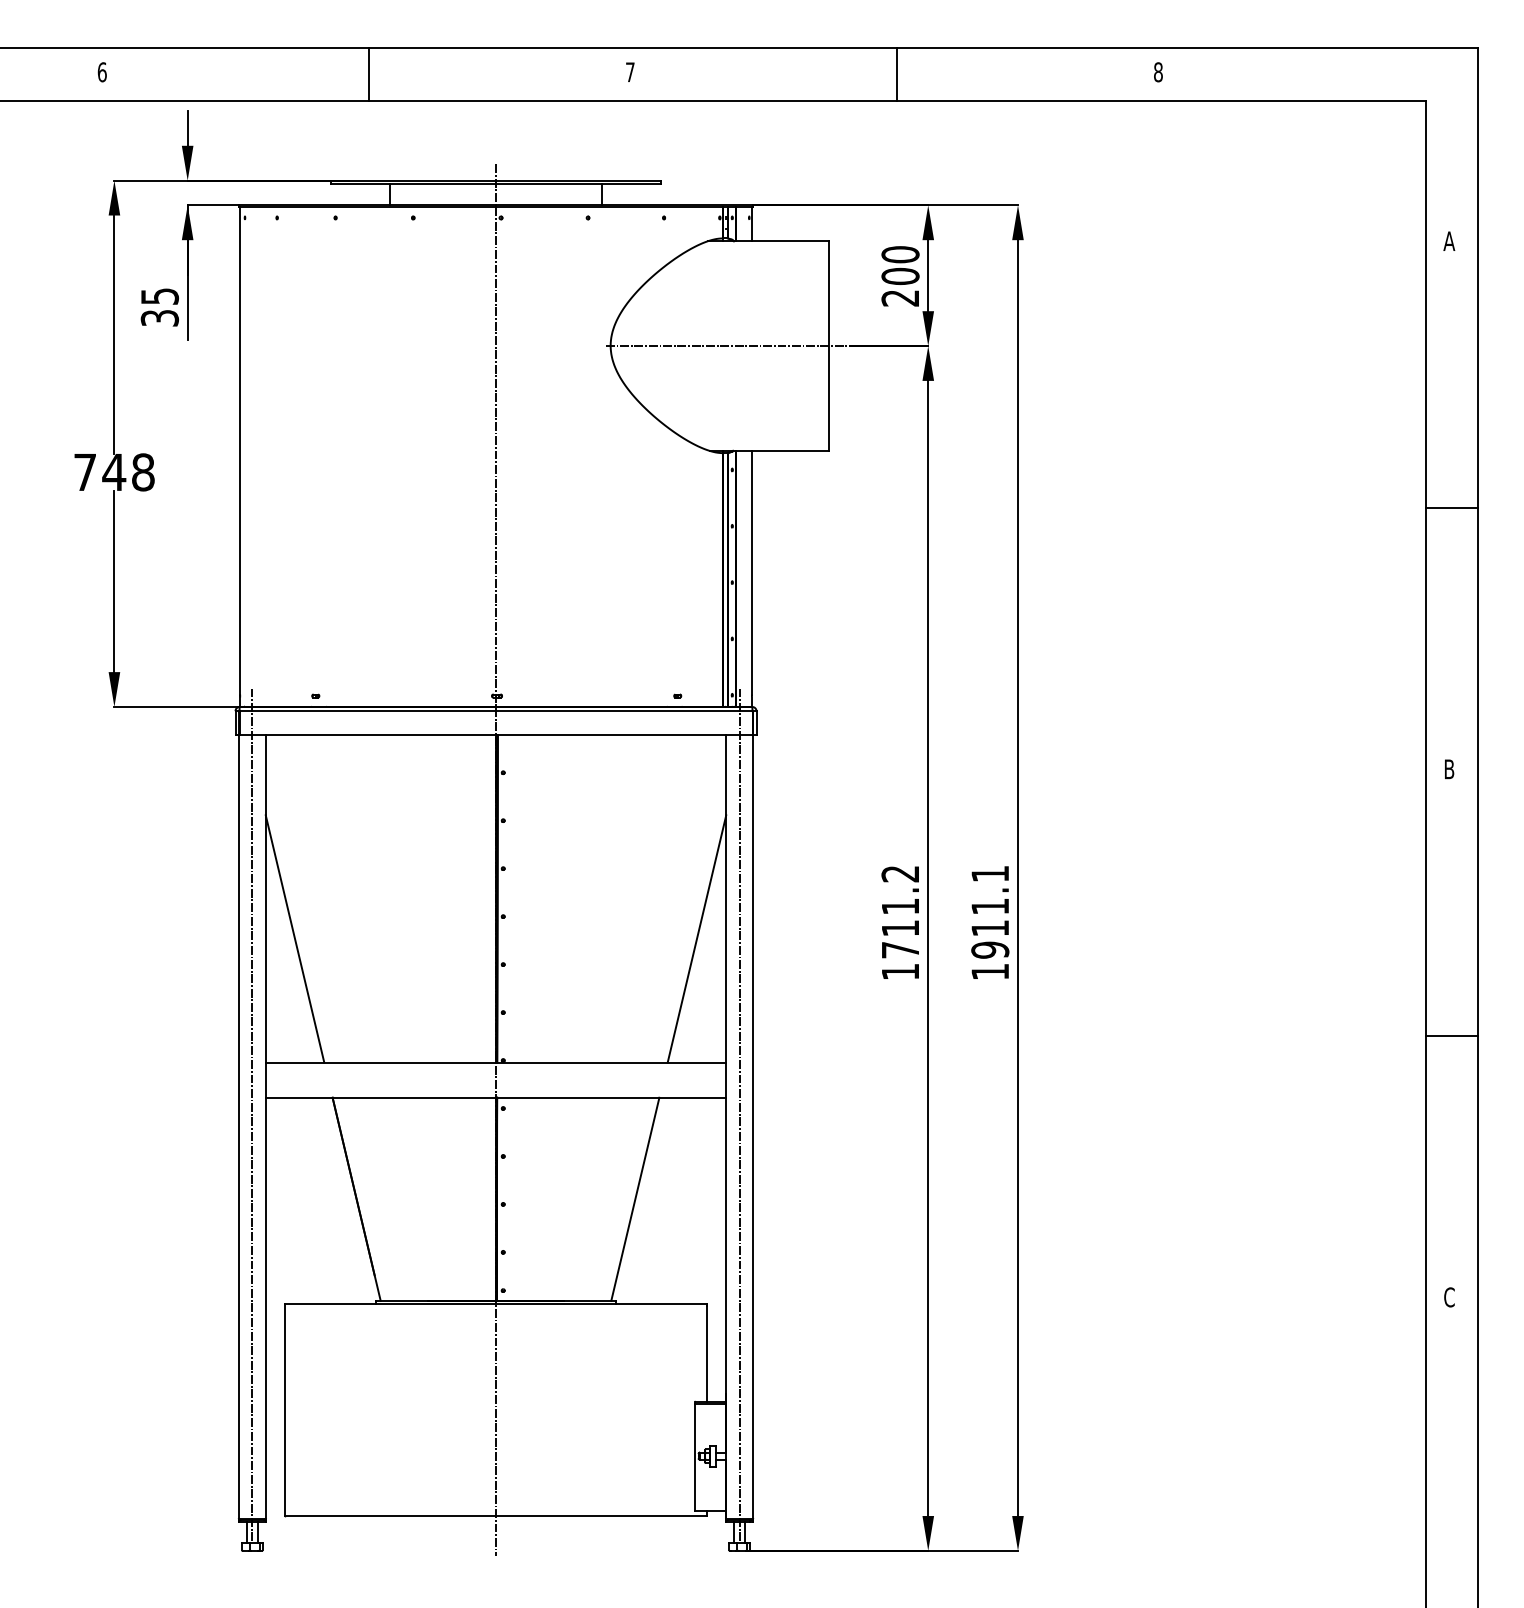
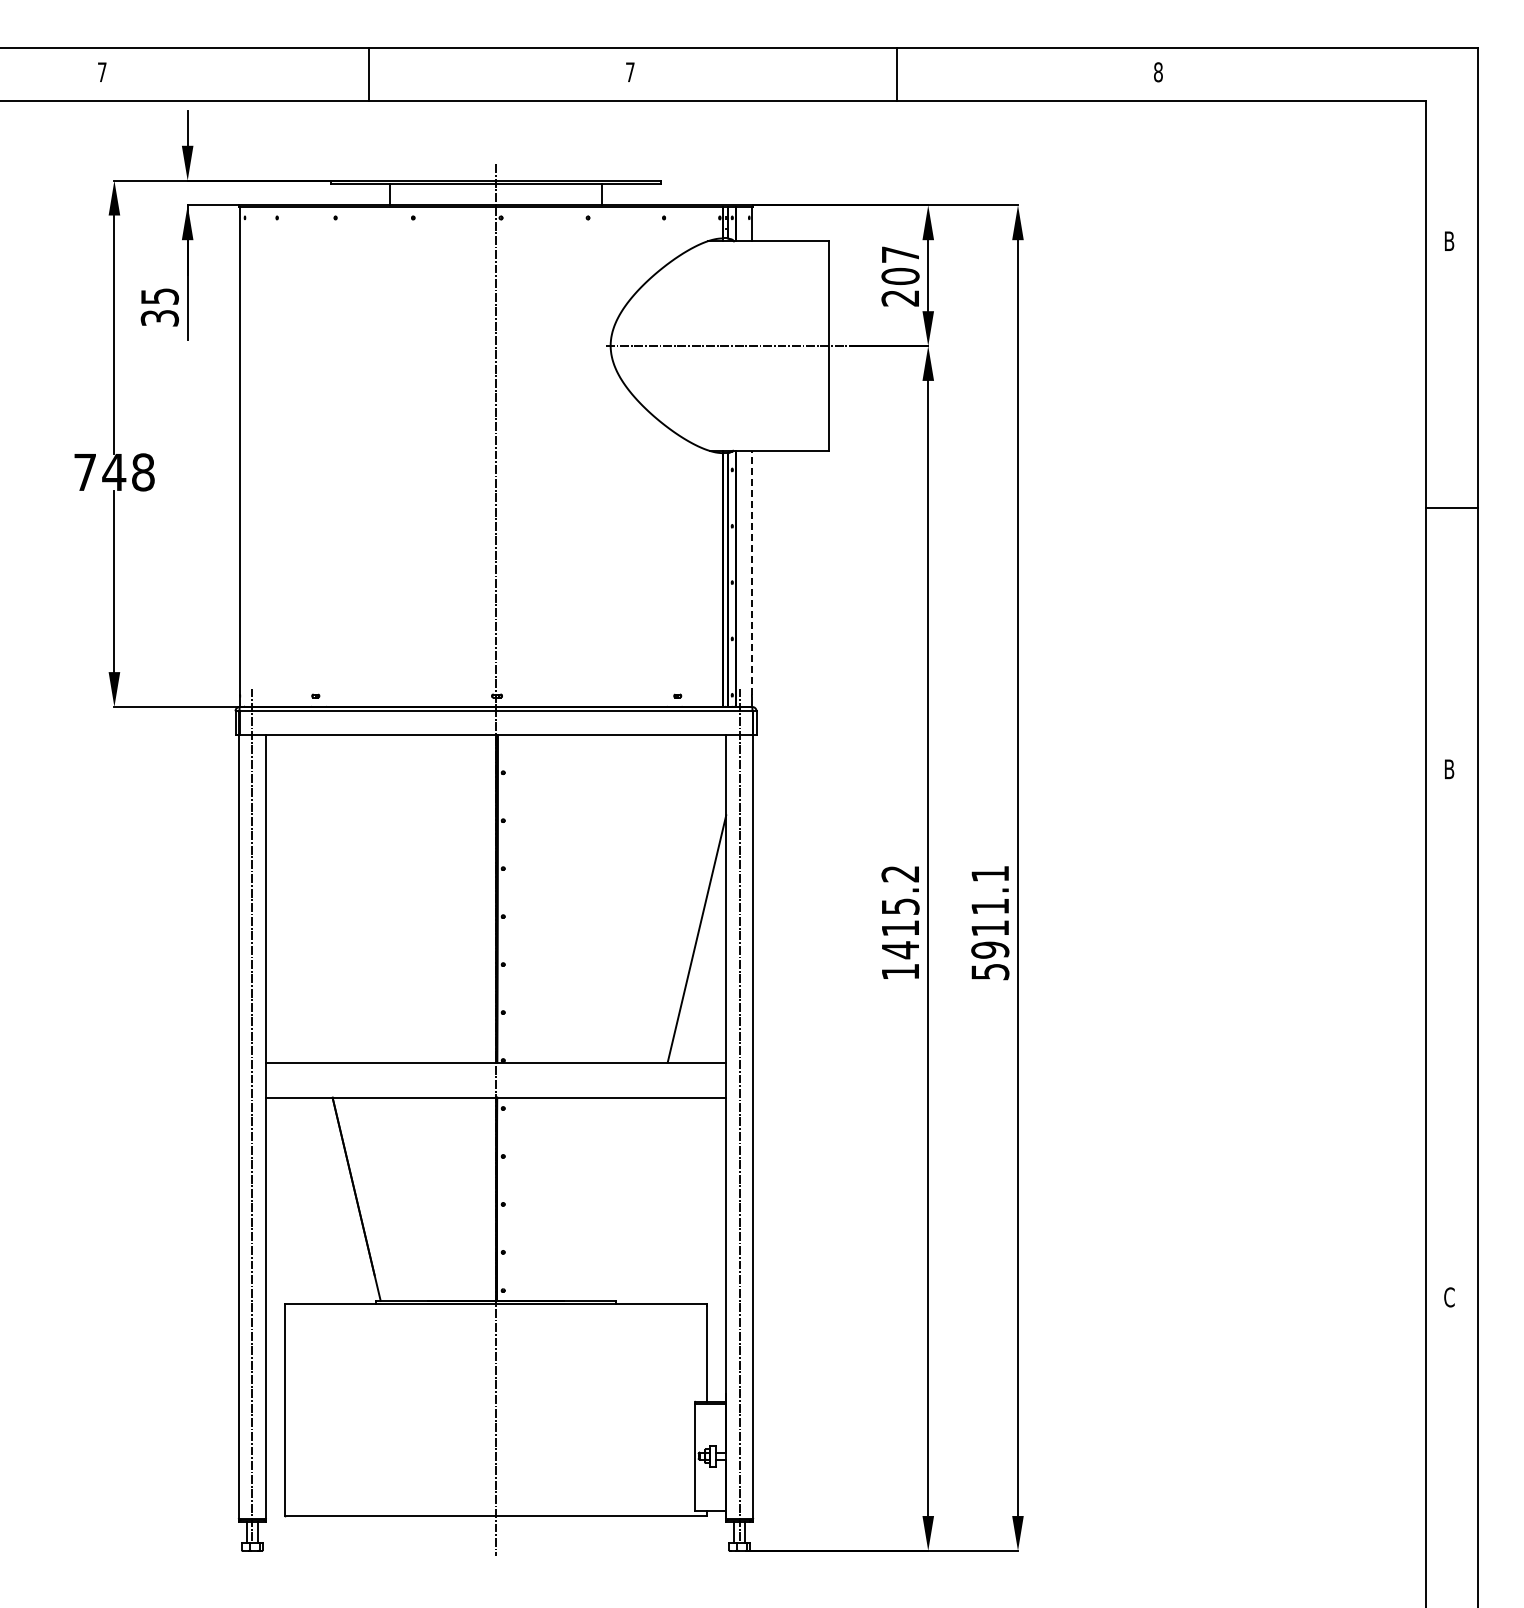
text at (101, 72): 6 -> 7
text at (1449, 240): A -> B
text at (900, 254): 200 -> 207
line at (751, 572): solid -> dashed
text at (900, 928): 1711.2 -> 1415.2
line at (294, 938): present -> none
text at (990, 972): 1911.1 -> 5911.1
line at (1451, 1035): present -> none
line at (635, 1198): present -> none
